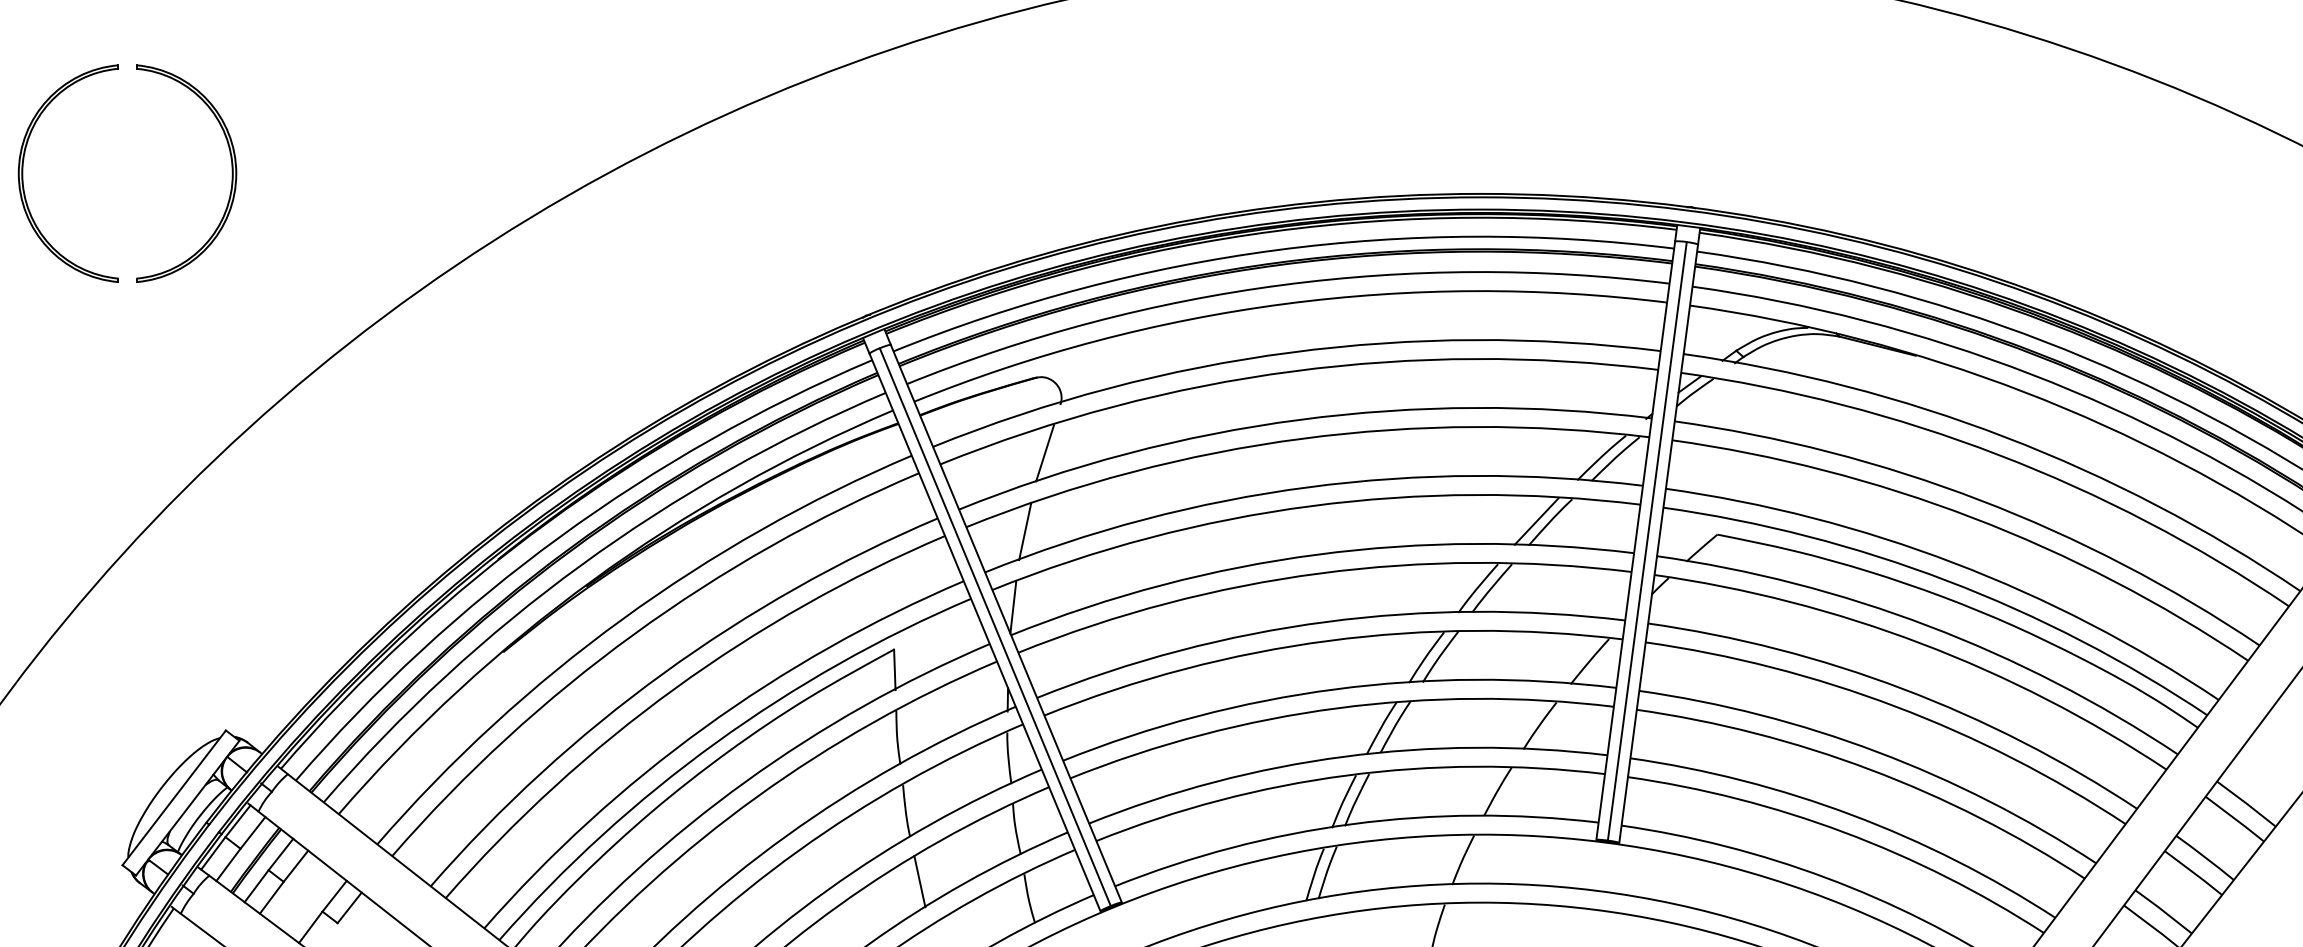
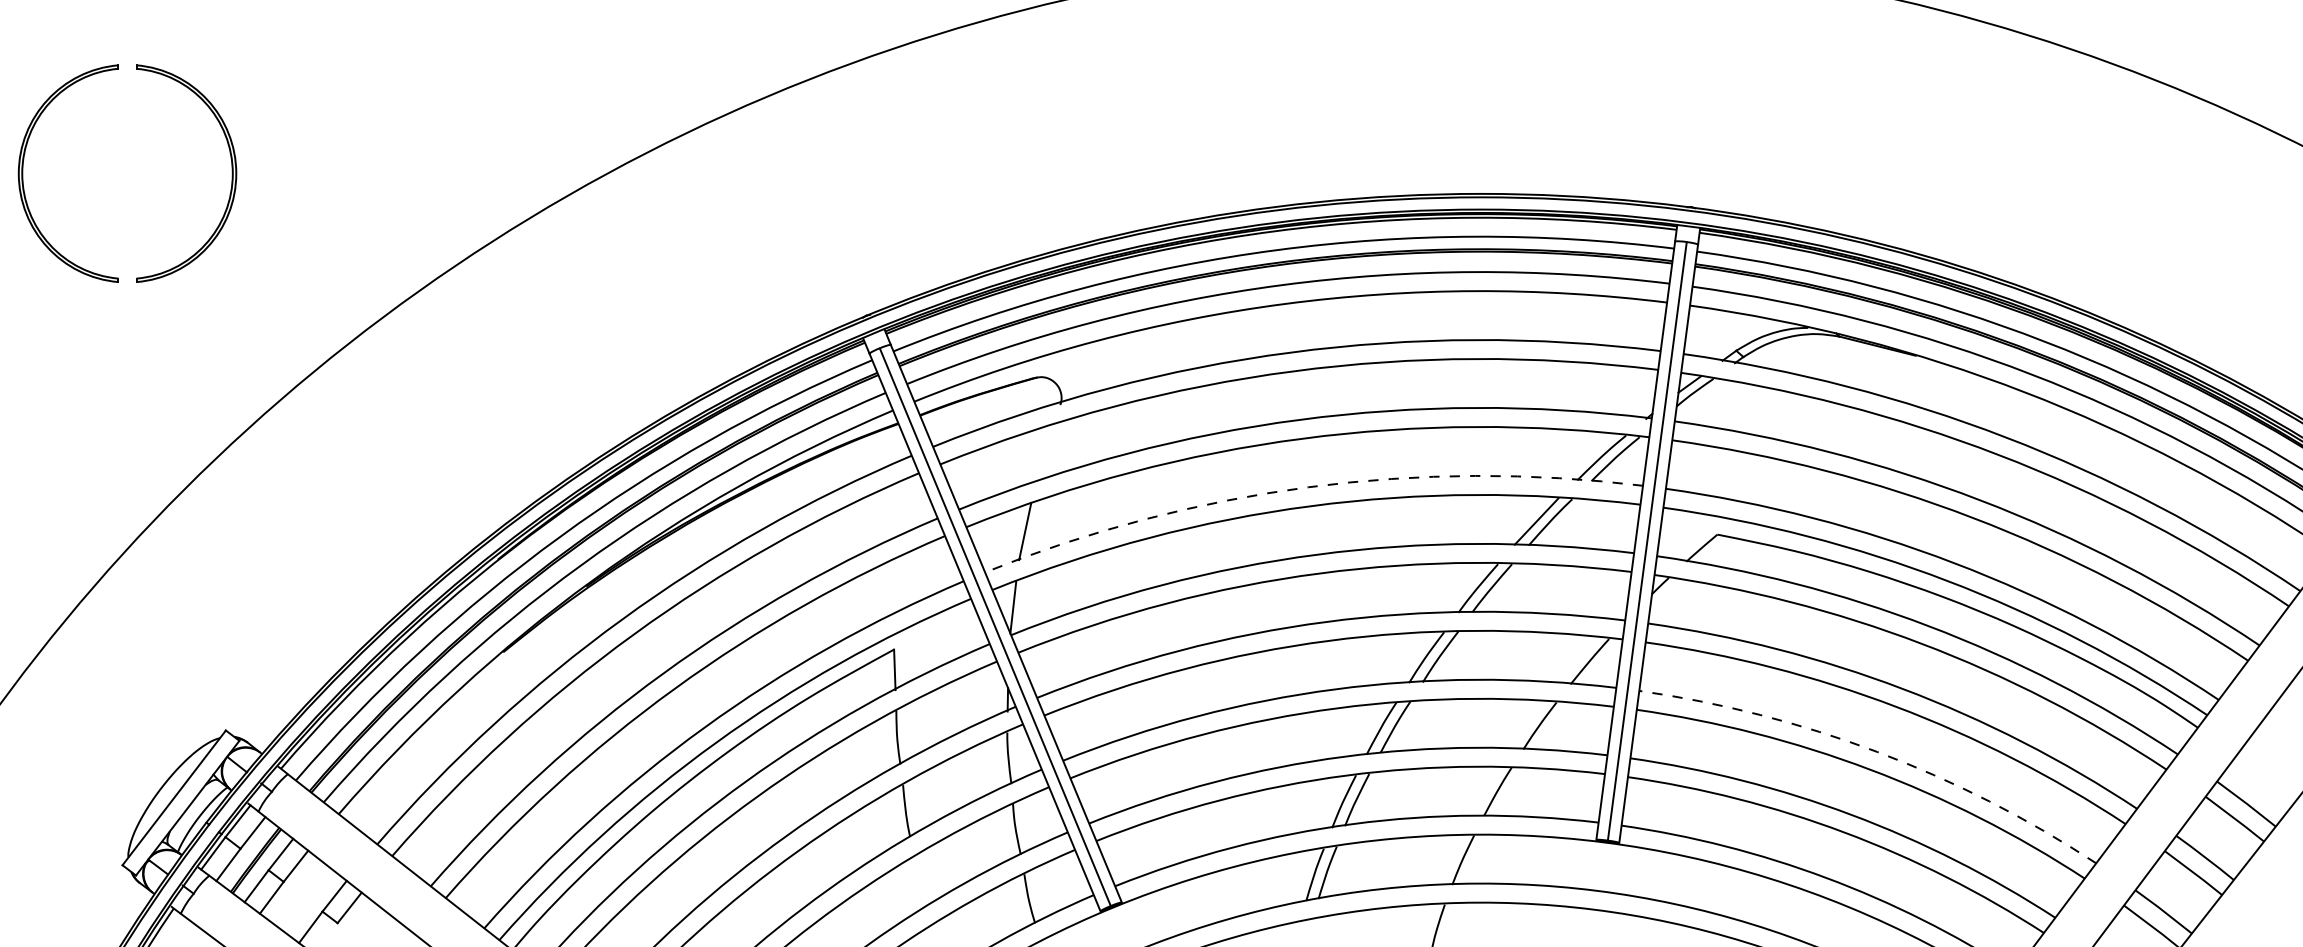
line at (1045, 453): present -> none
arc at (1308, 487): solid -> dashed
arc at (1877, 751): solid -> dashed
line at (919, 881): present -> none
